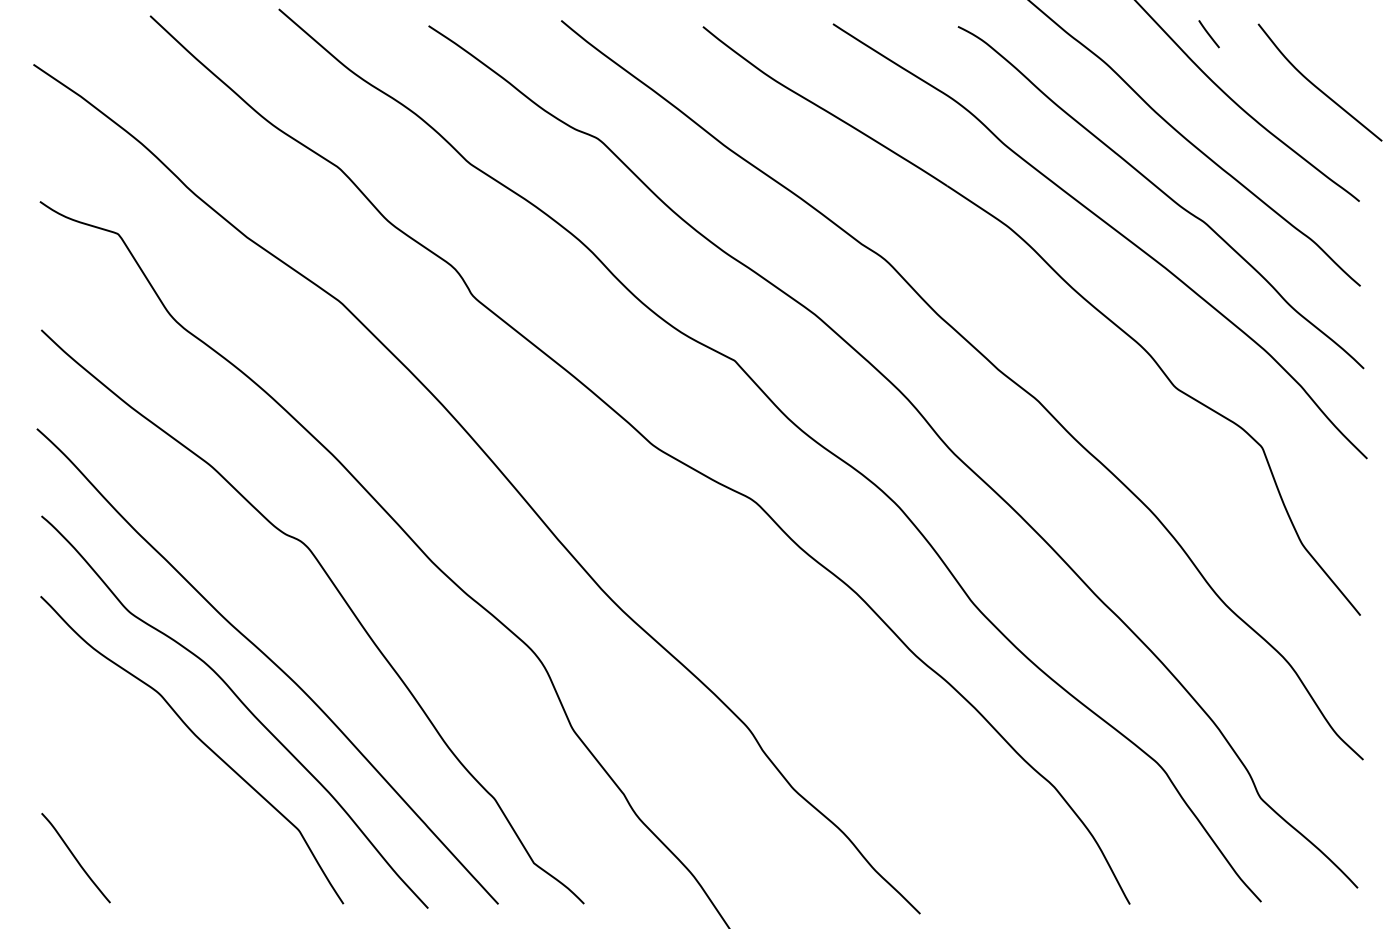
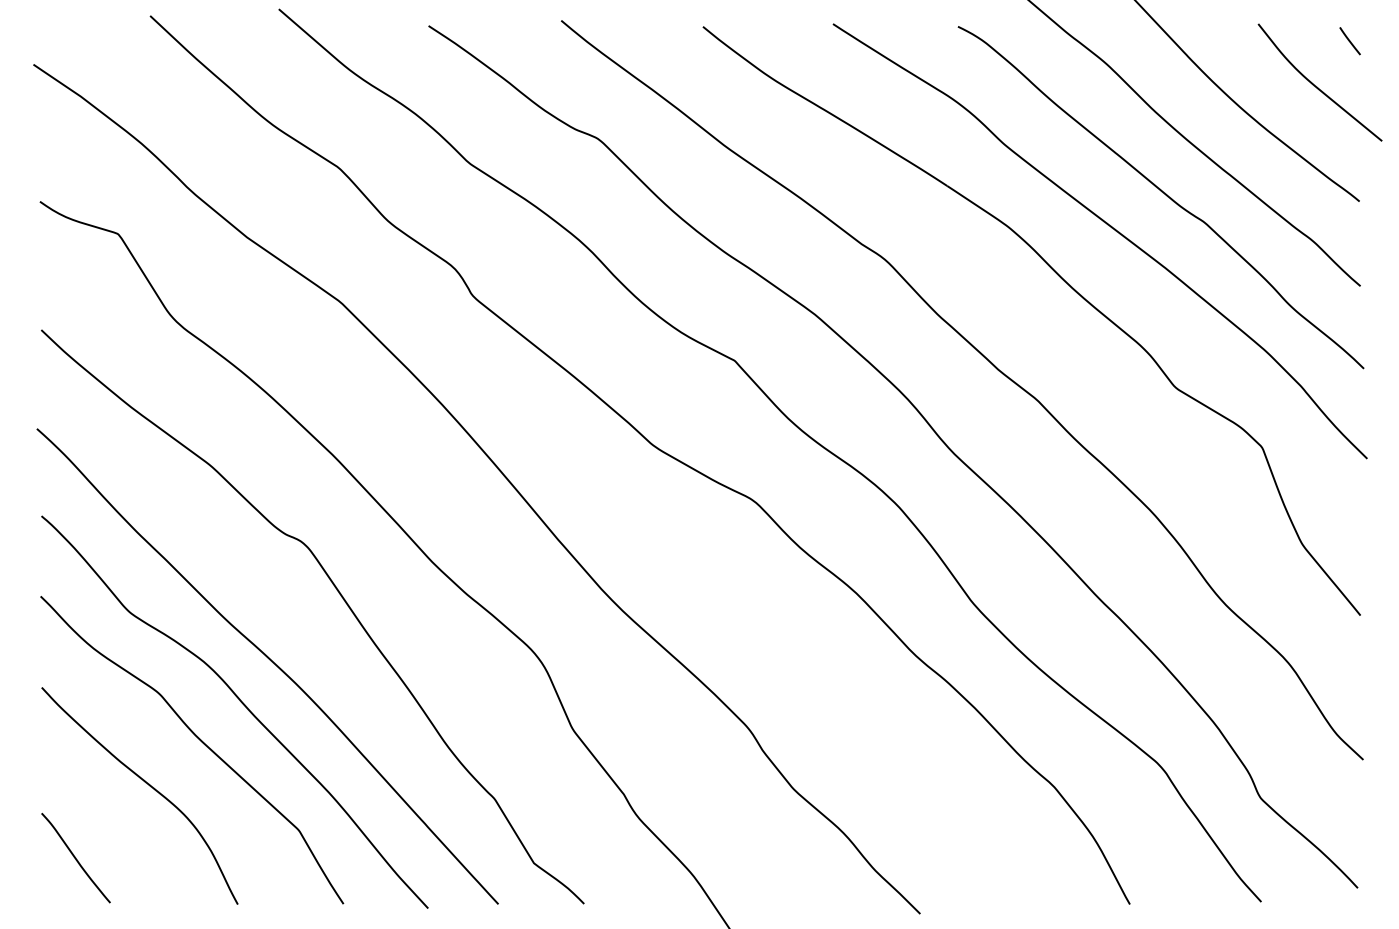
line at (1208, 34) position: (1208, 34) -> (1349, 41)
curve at (145, 783): none -> present
